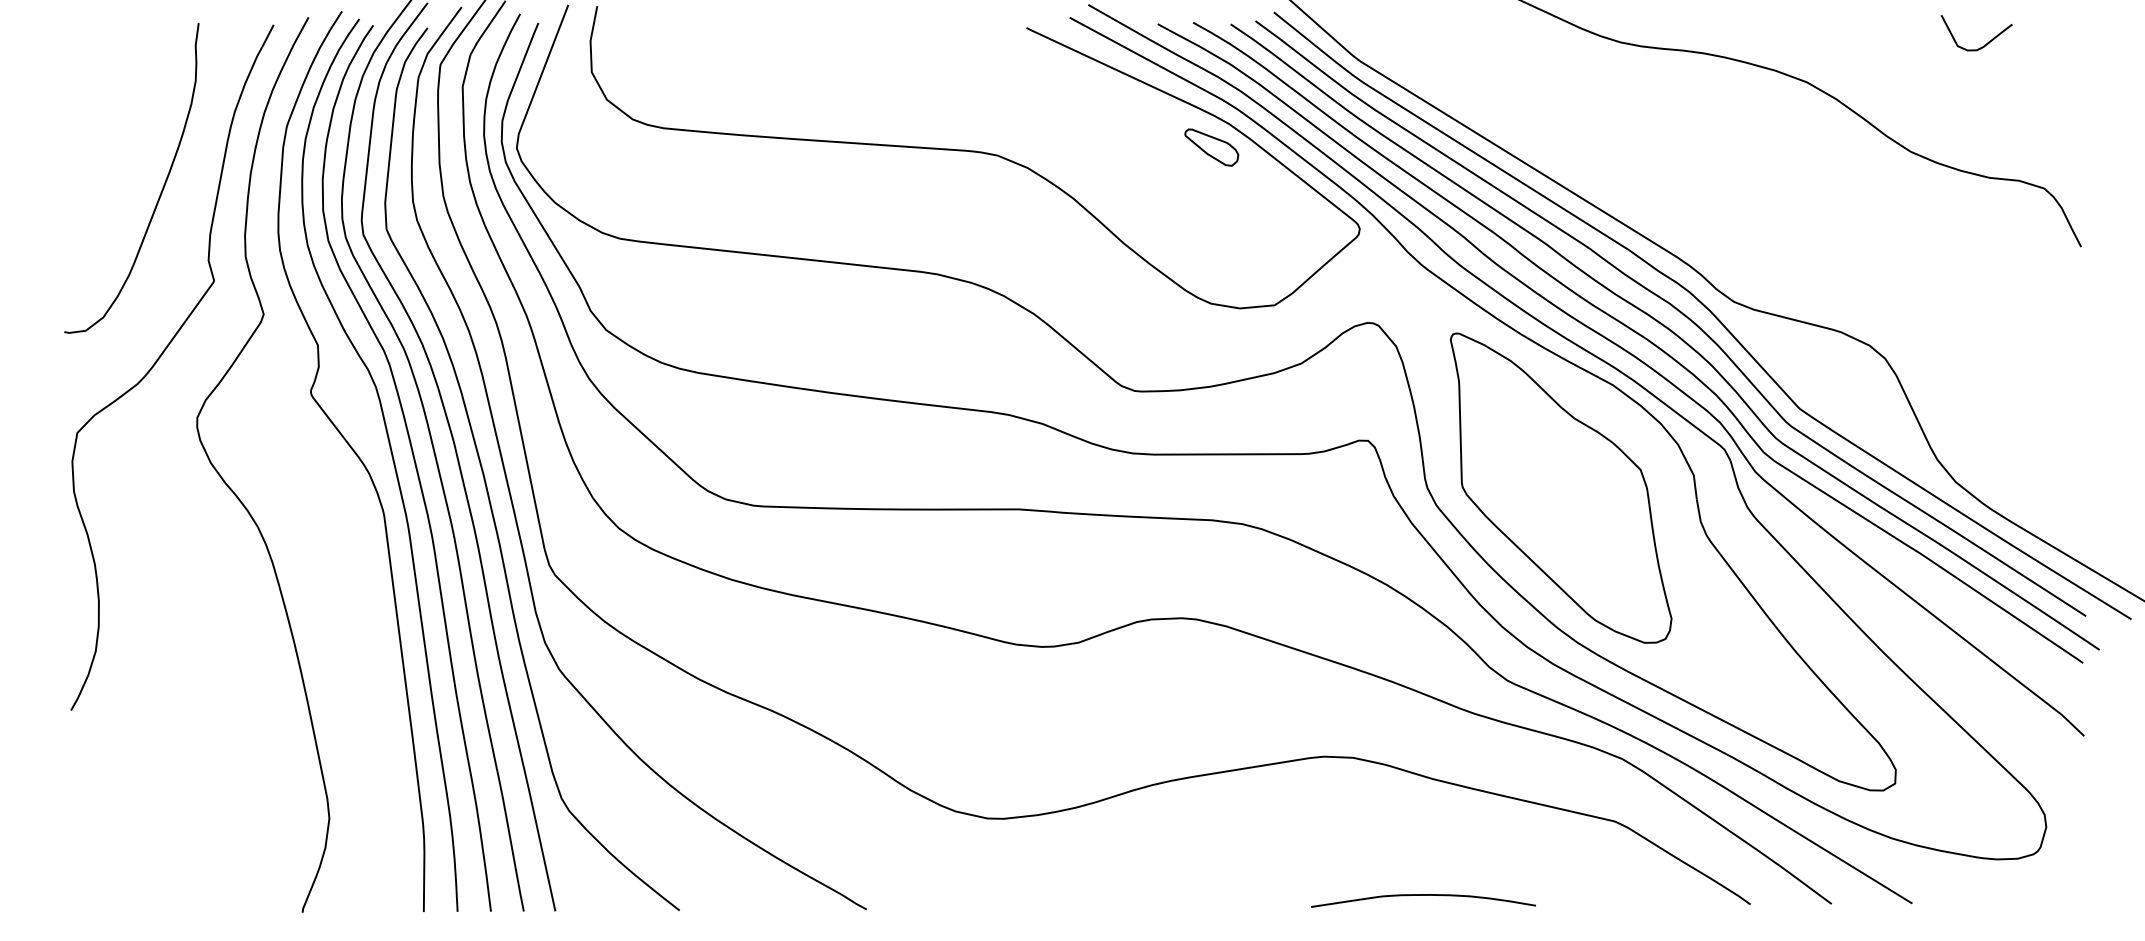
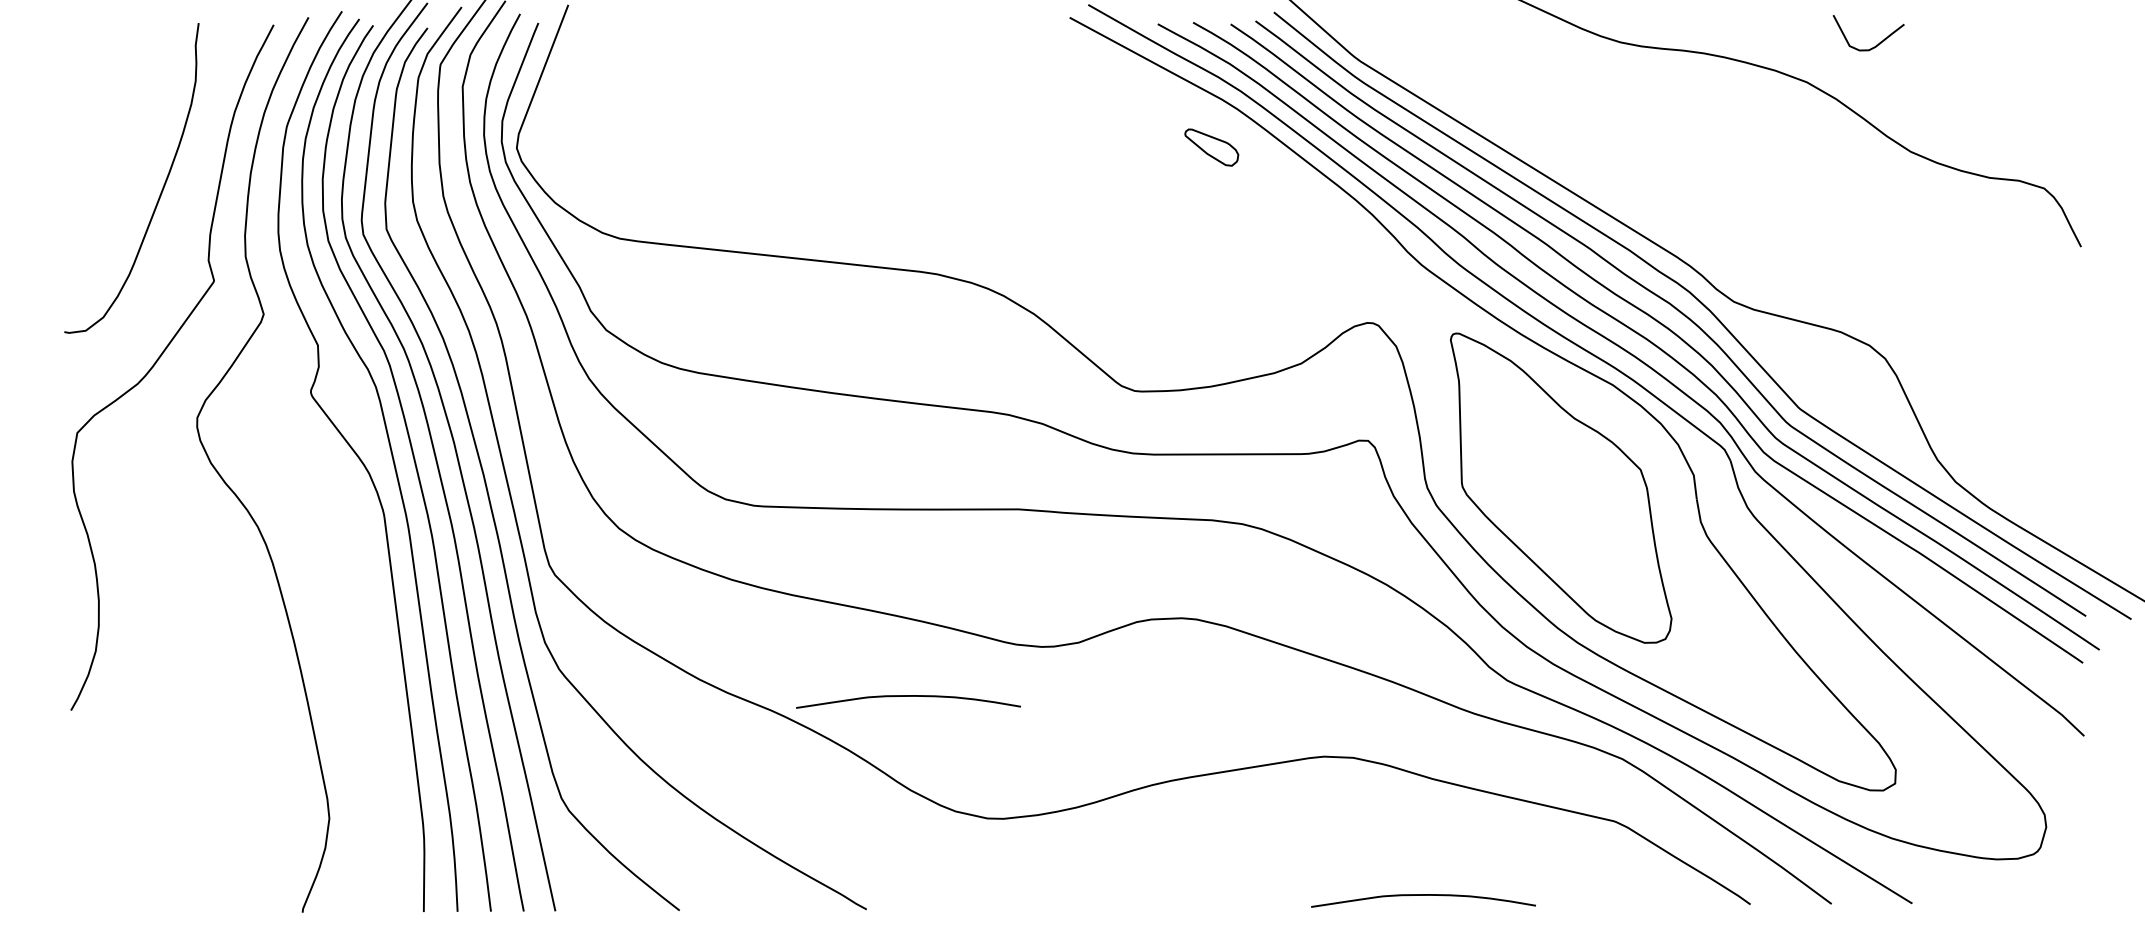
curve at (1983, 45) position: (1983, 45) -> (1875, 45)
part at (974, 157): present -> none
curve at (908, 696): none -> present
